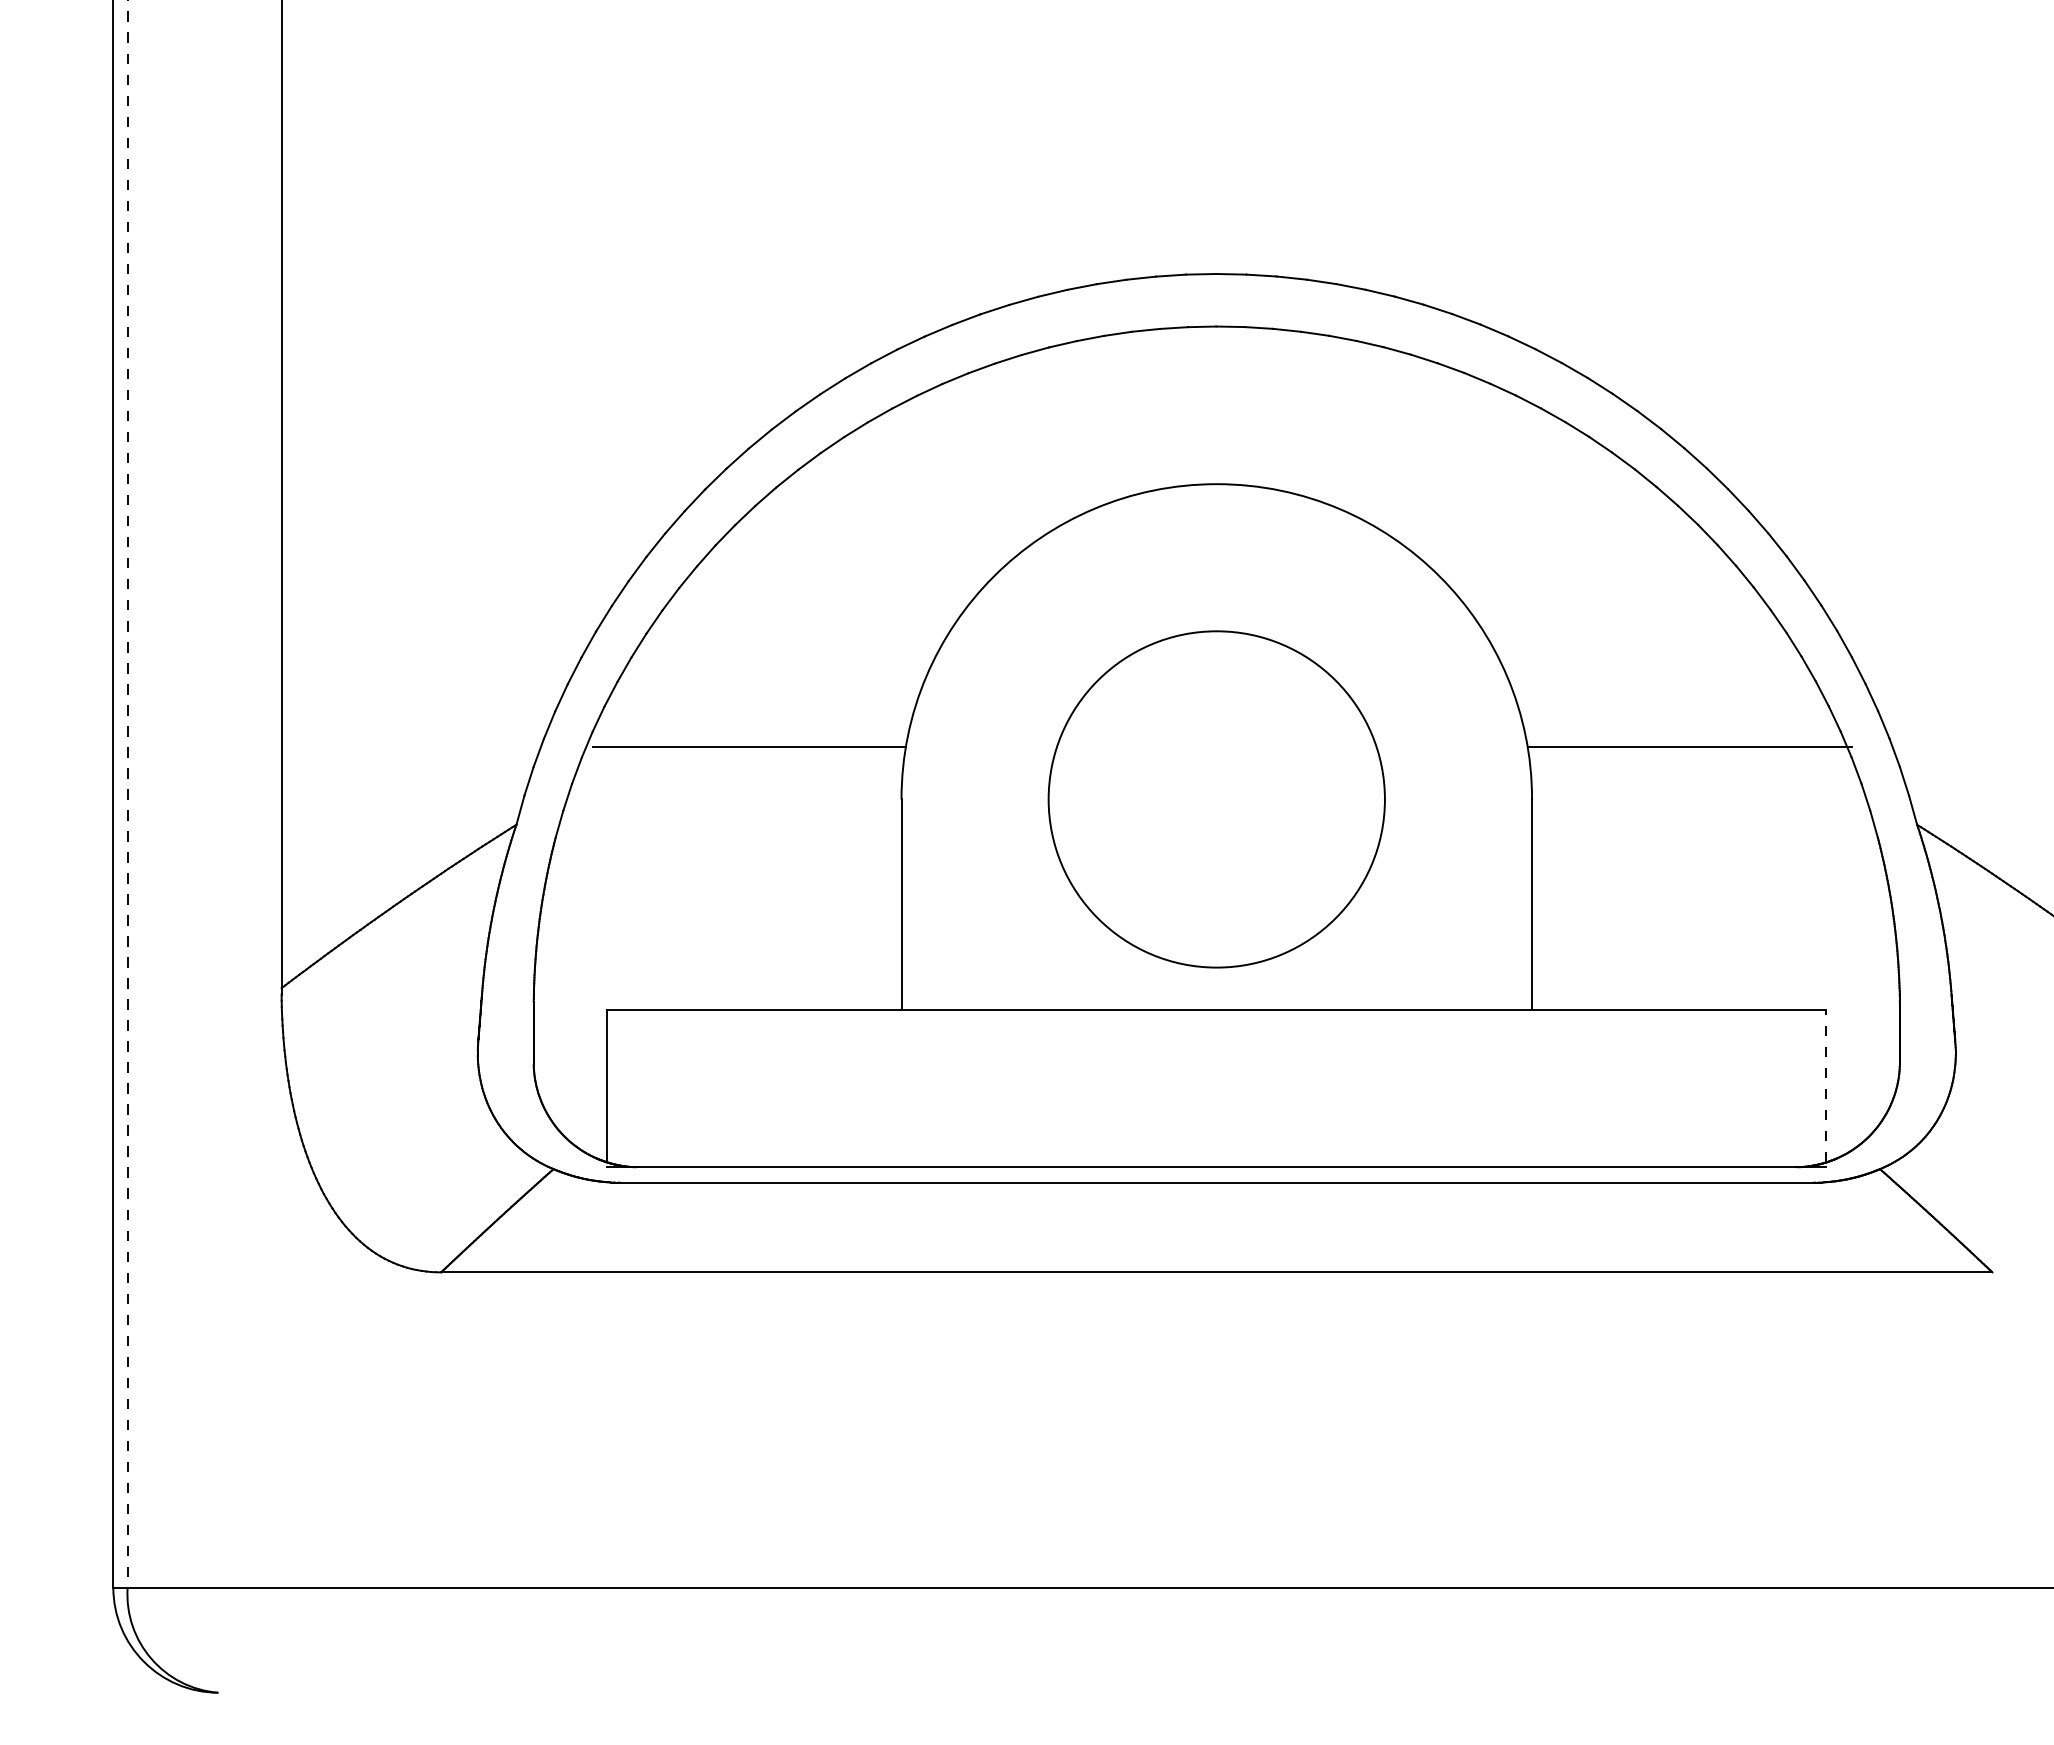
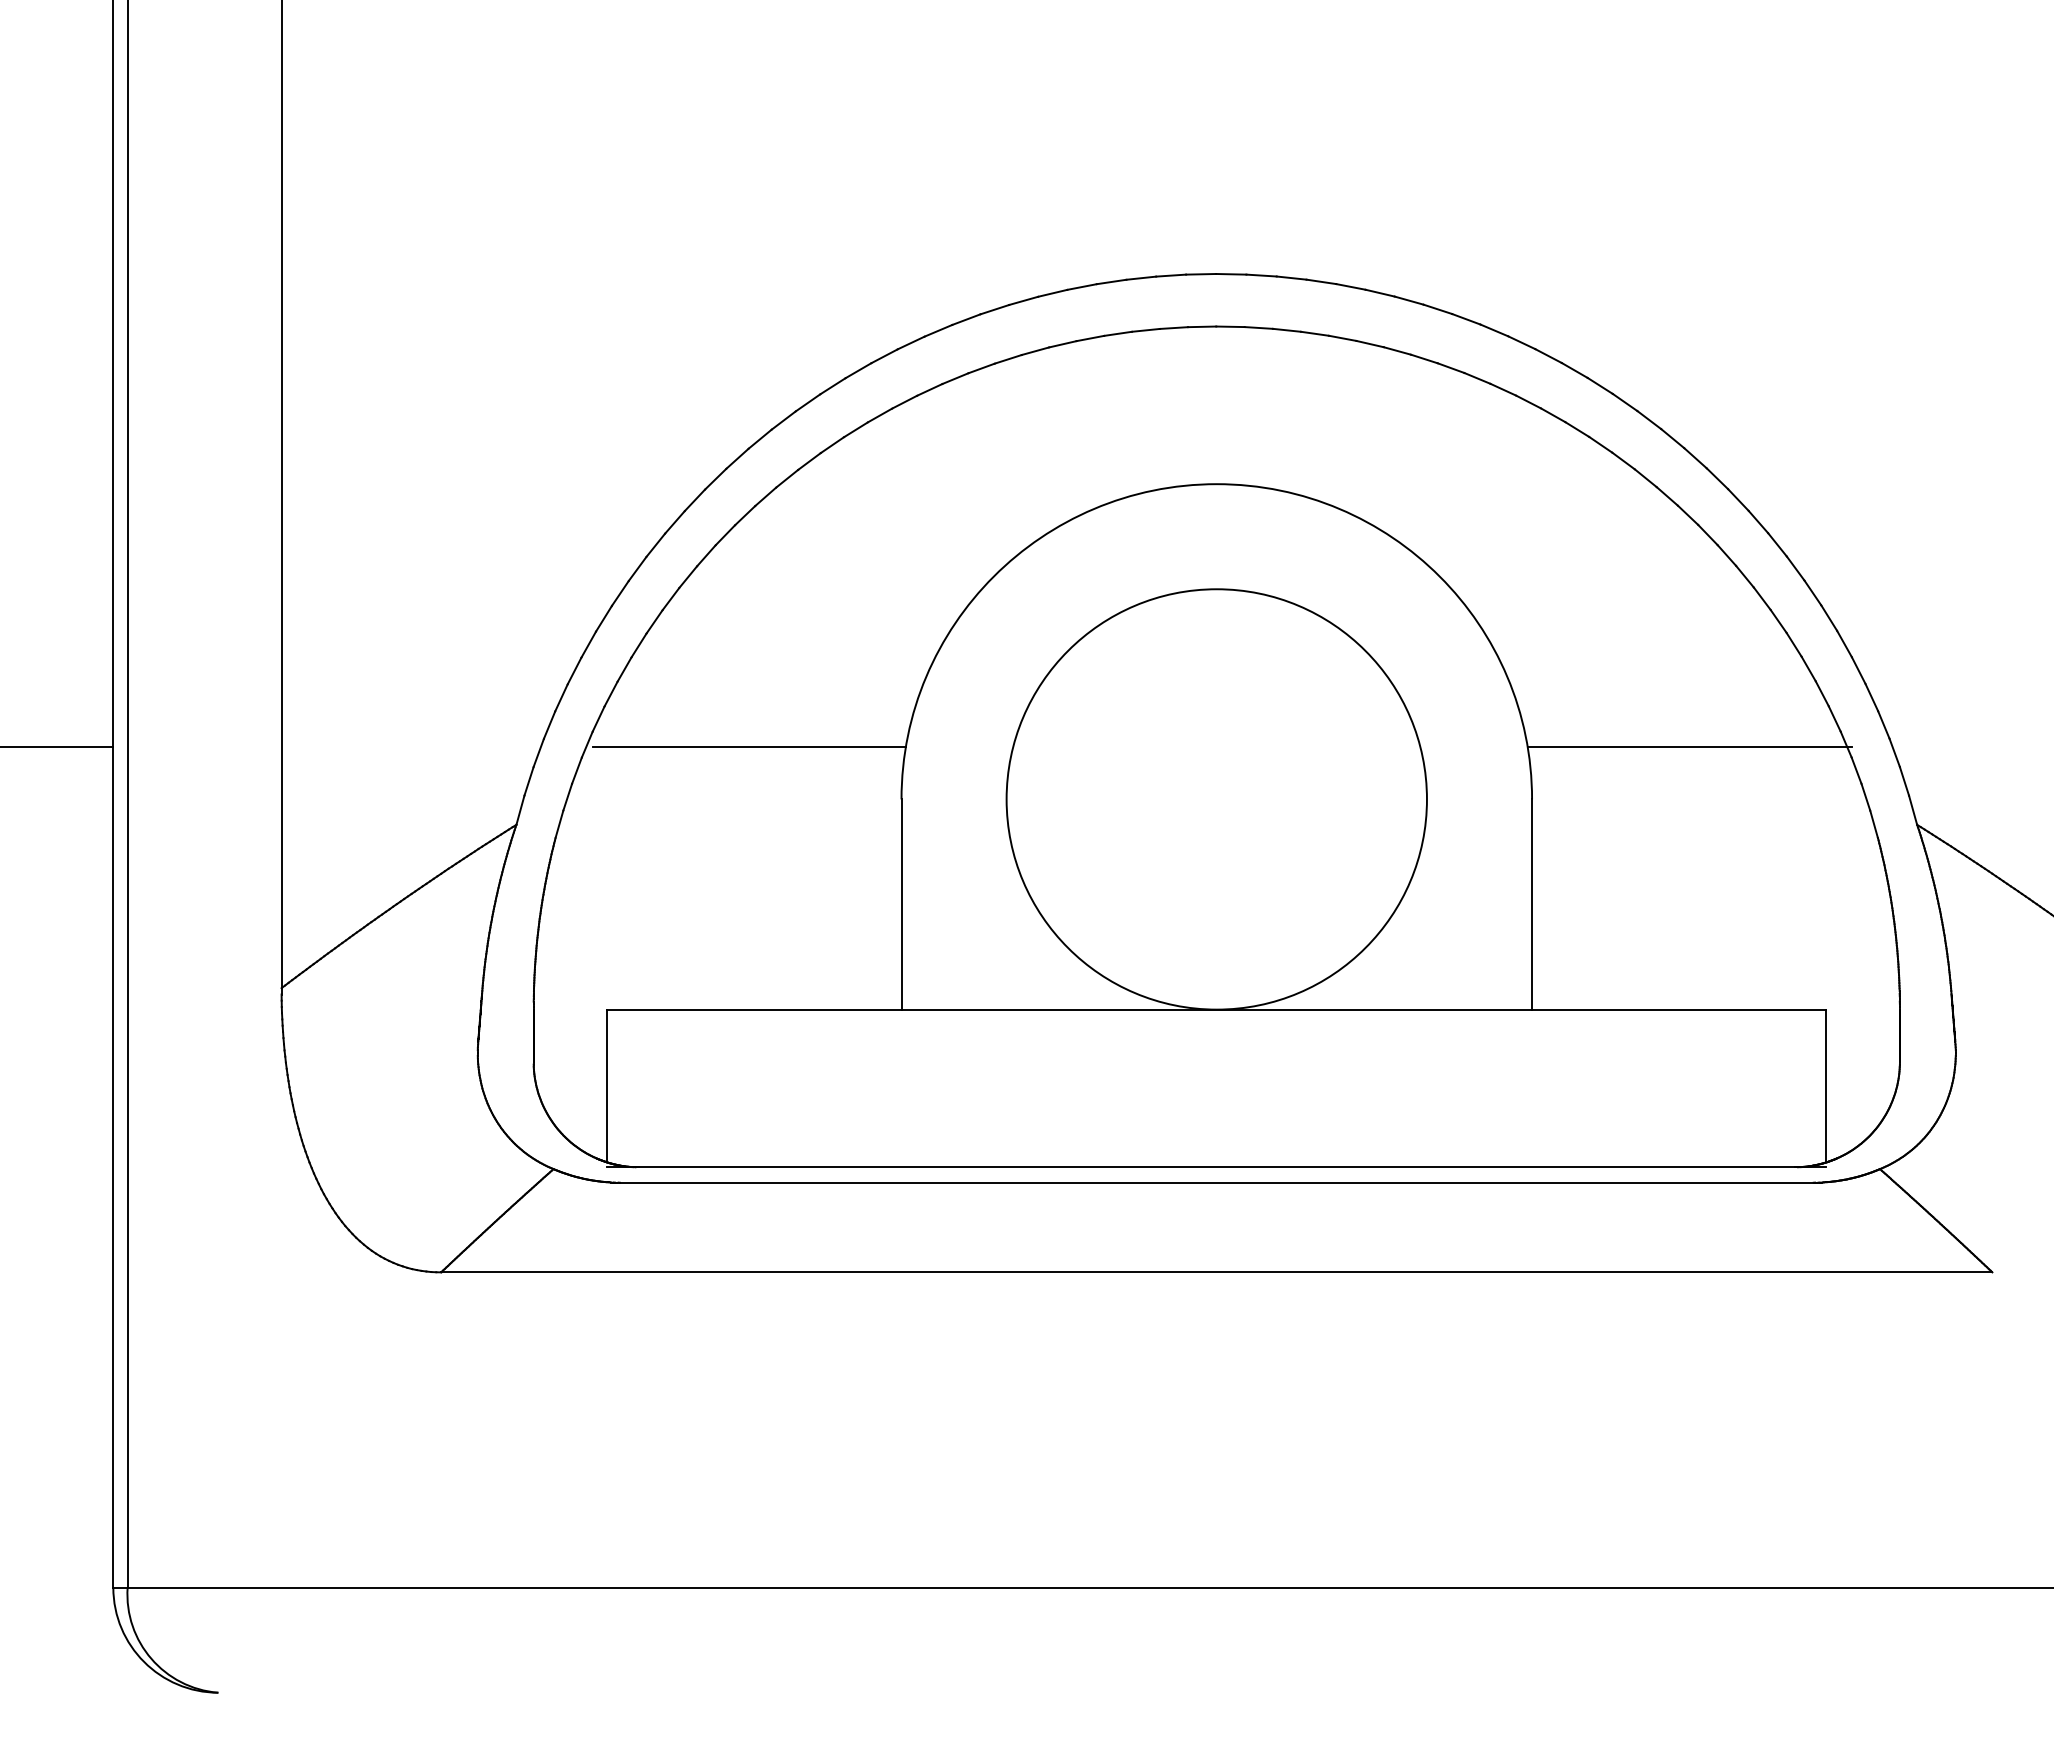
line at (57, 746): none -> present
line at (127, 793): dashed -> solid
circle at (1216, 799) diameter: 336 px -> 420 px
line at (1826, 1085): dashed -> solid
